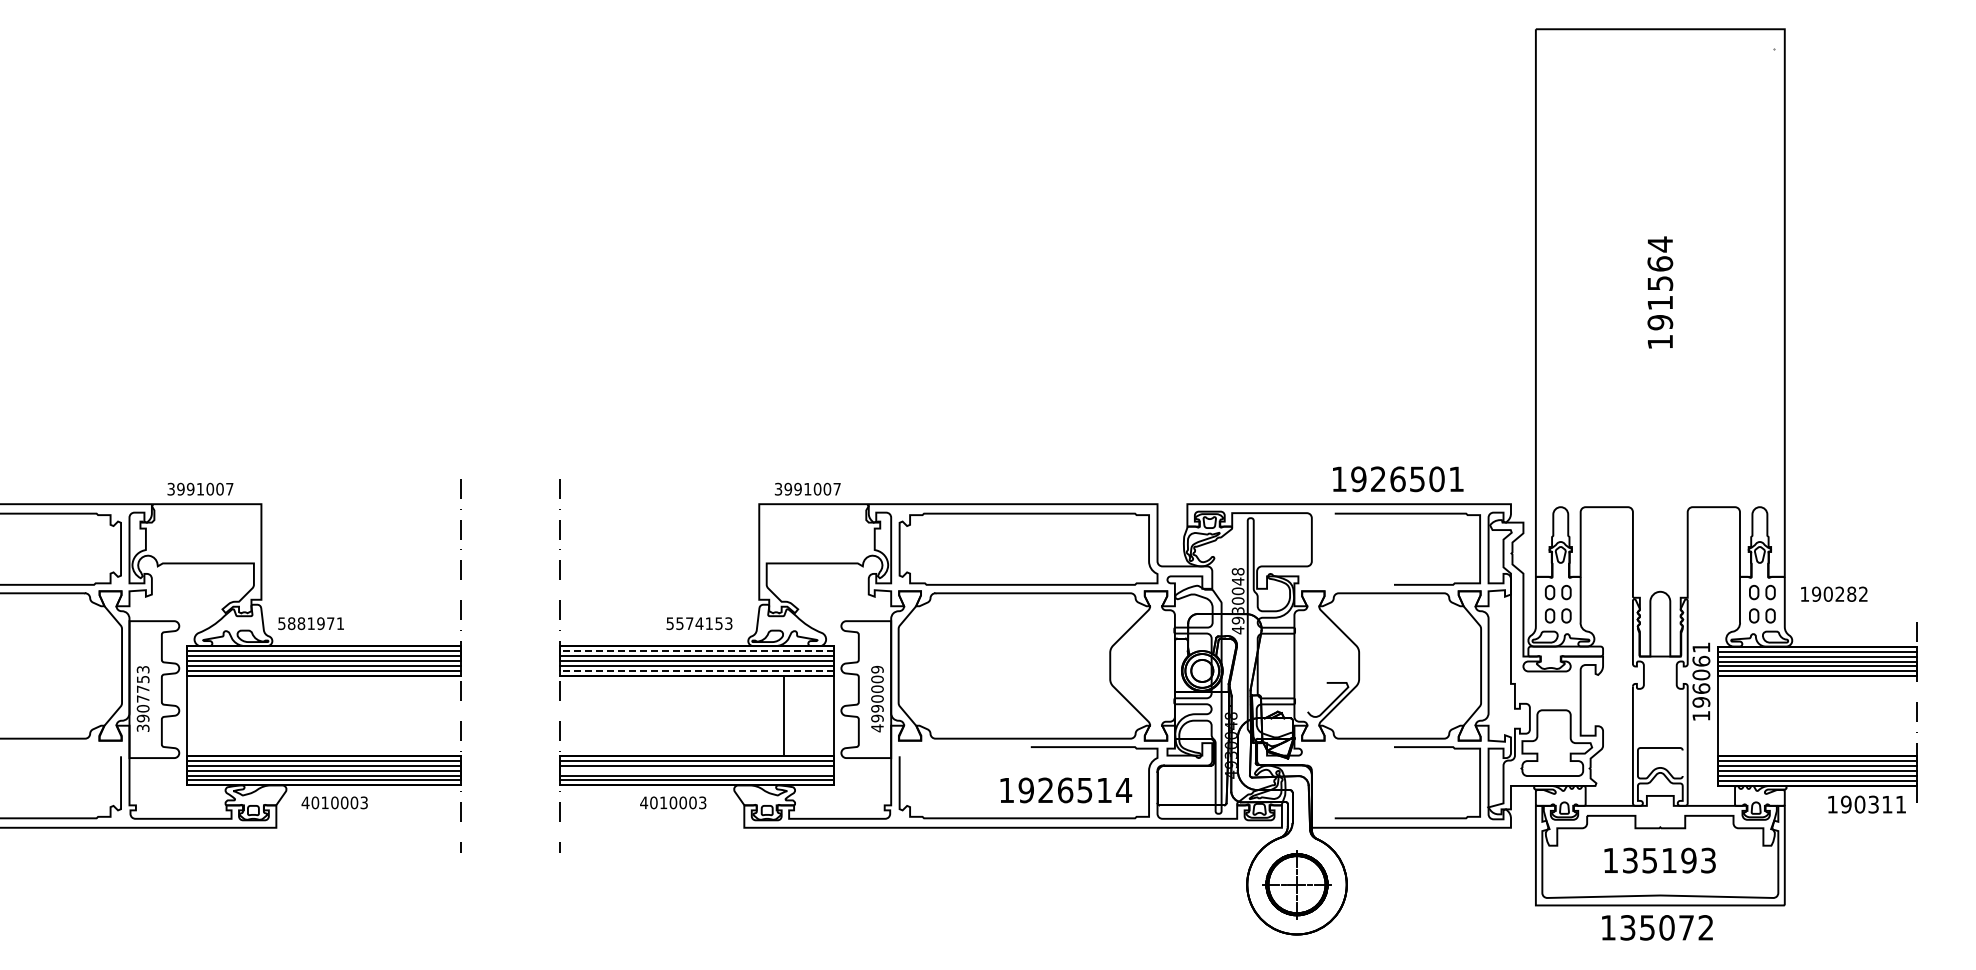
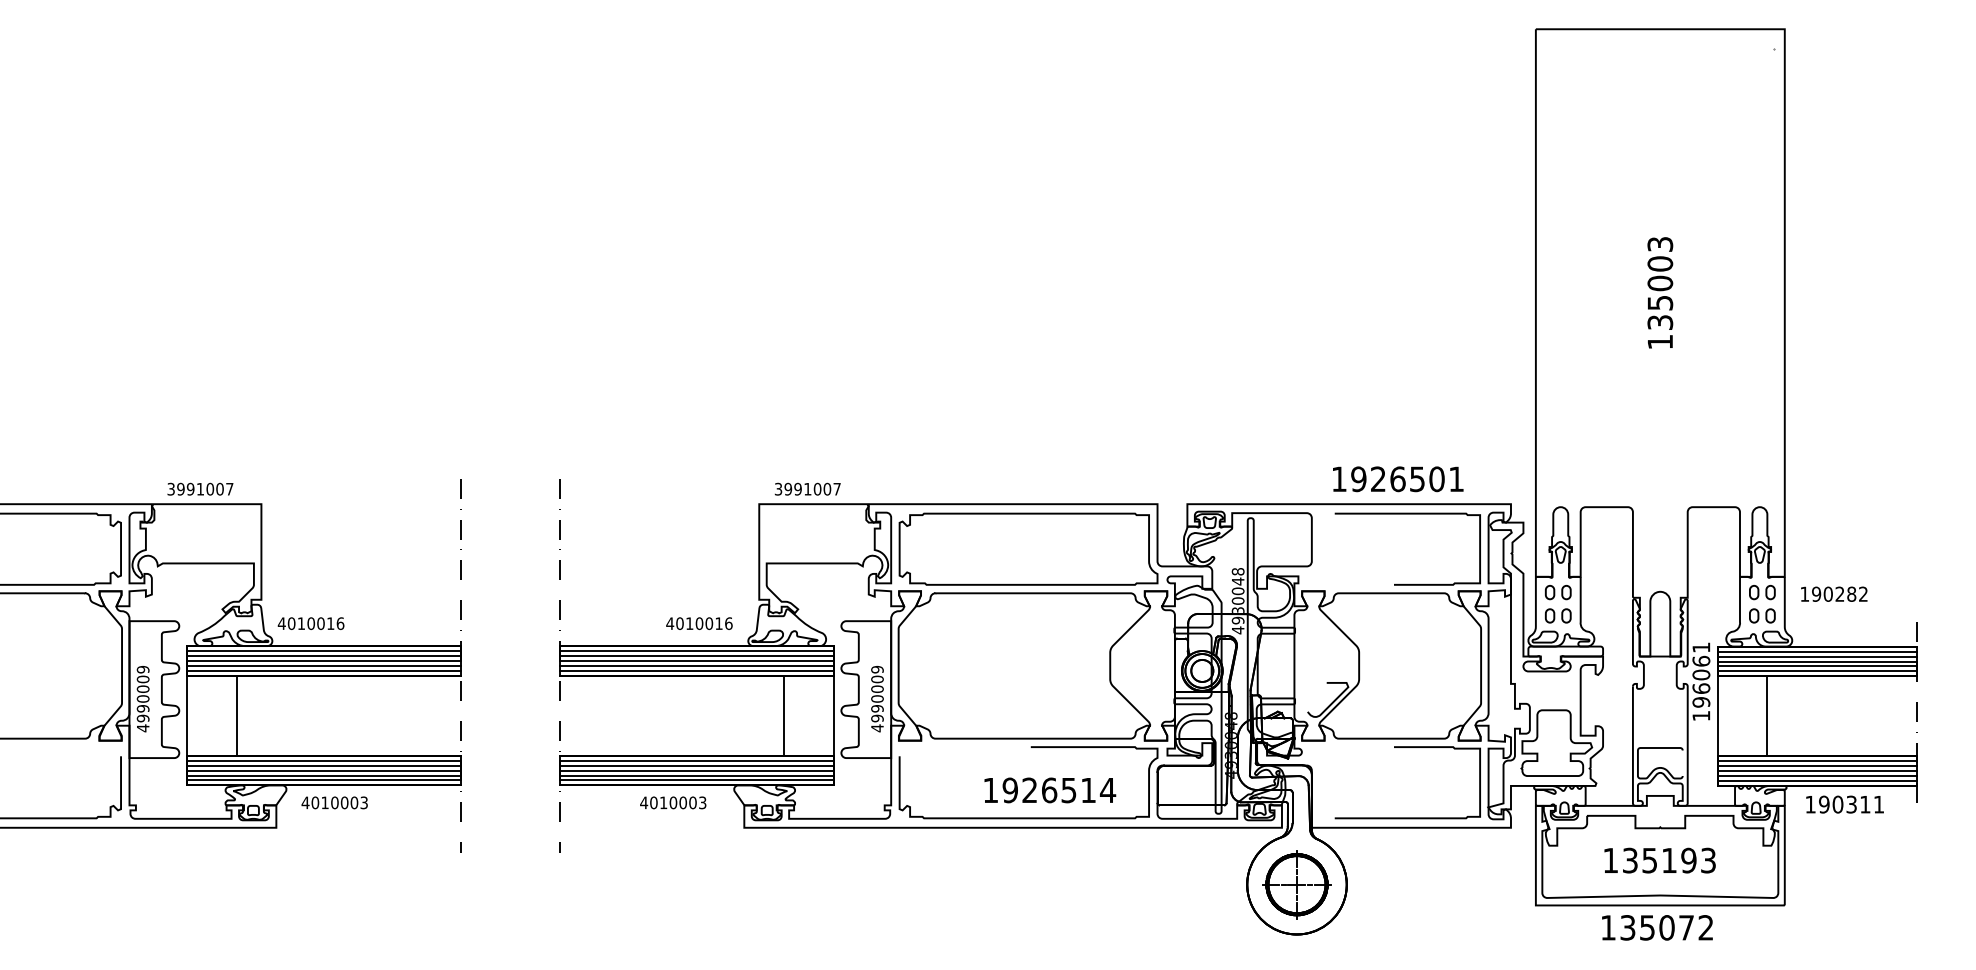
text at (1660, 283): 191564 -> 135003
text at (310, 623): 5881971 -> 4010016
text at (699, 623): 5574153 -> 4010016
line at (697, 651): dashed -> solid
line at (697, 670): dashed -> solid
text at (142, 698): 3907753 -> 4990009
line at (236, 715): none -> present
line at (1767, 716): none -> present
line at (696, 770): none -> present
text at (1066, 790) position: (1066, 790) -> (1050, 790)
text at (1866, 804) position: (1866, 804) -> (1844, 804)
